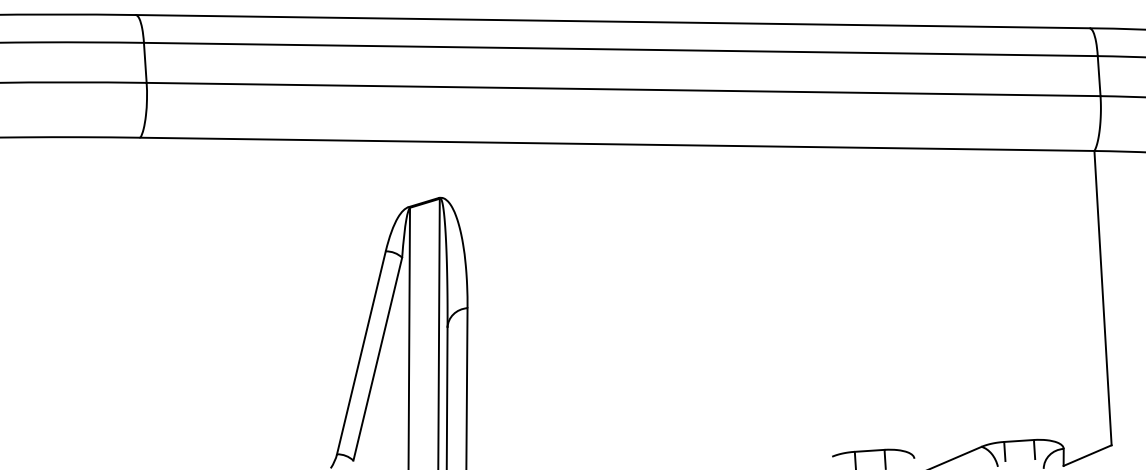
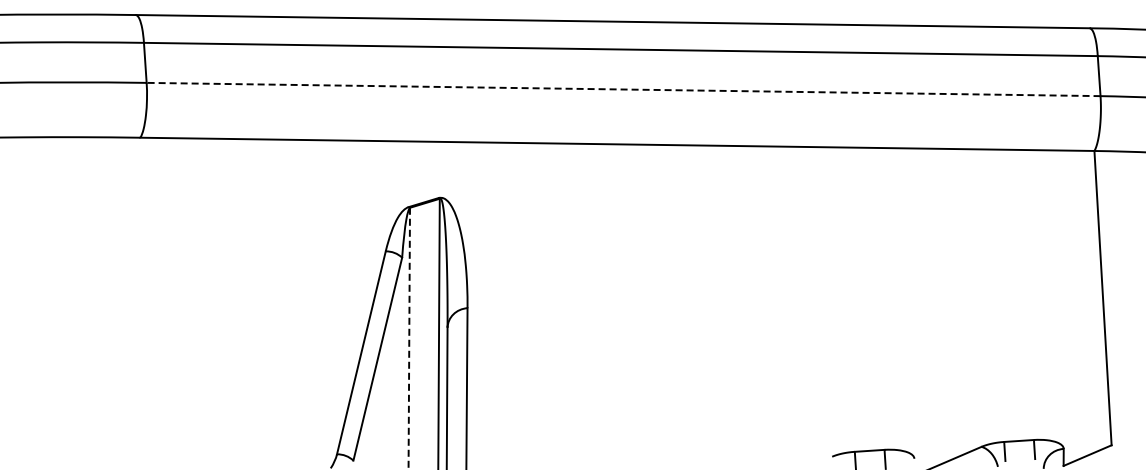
line at (623, 89): solid -> dashed
line at (409, 338): solid -> dashed
